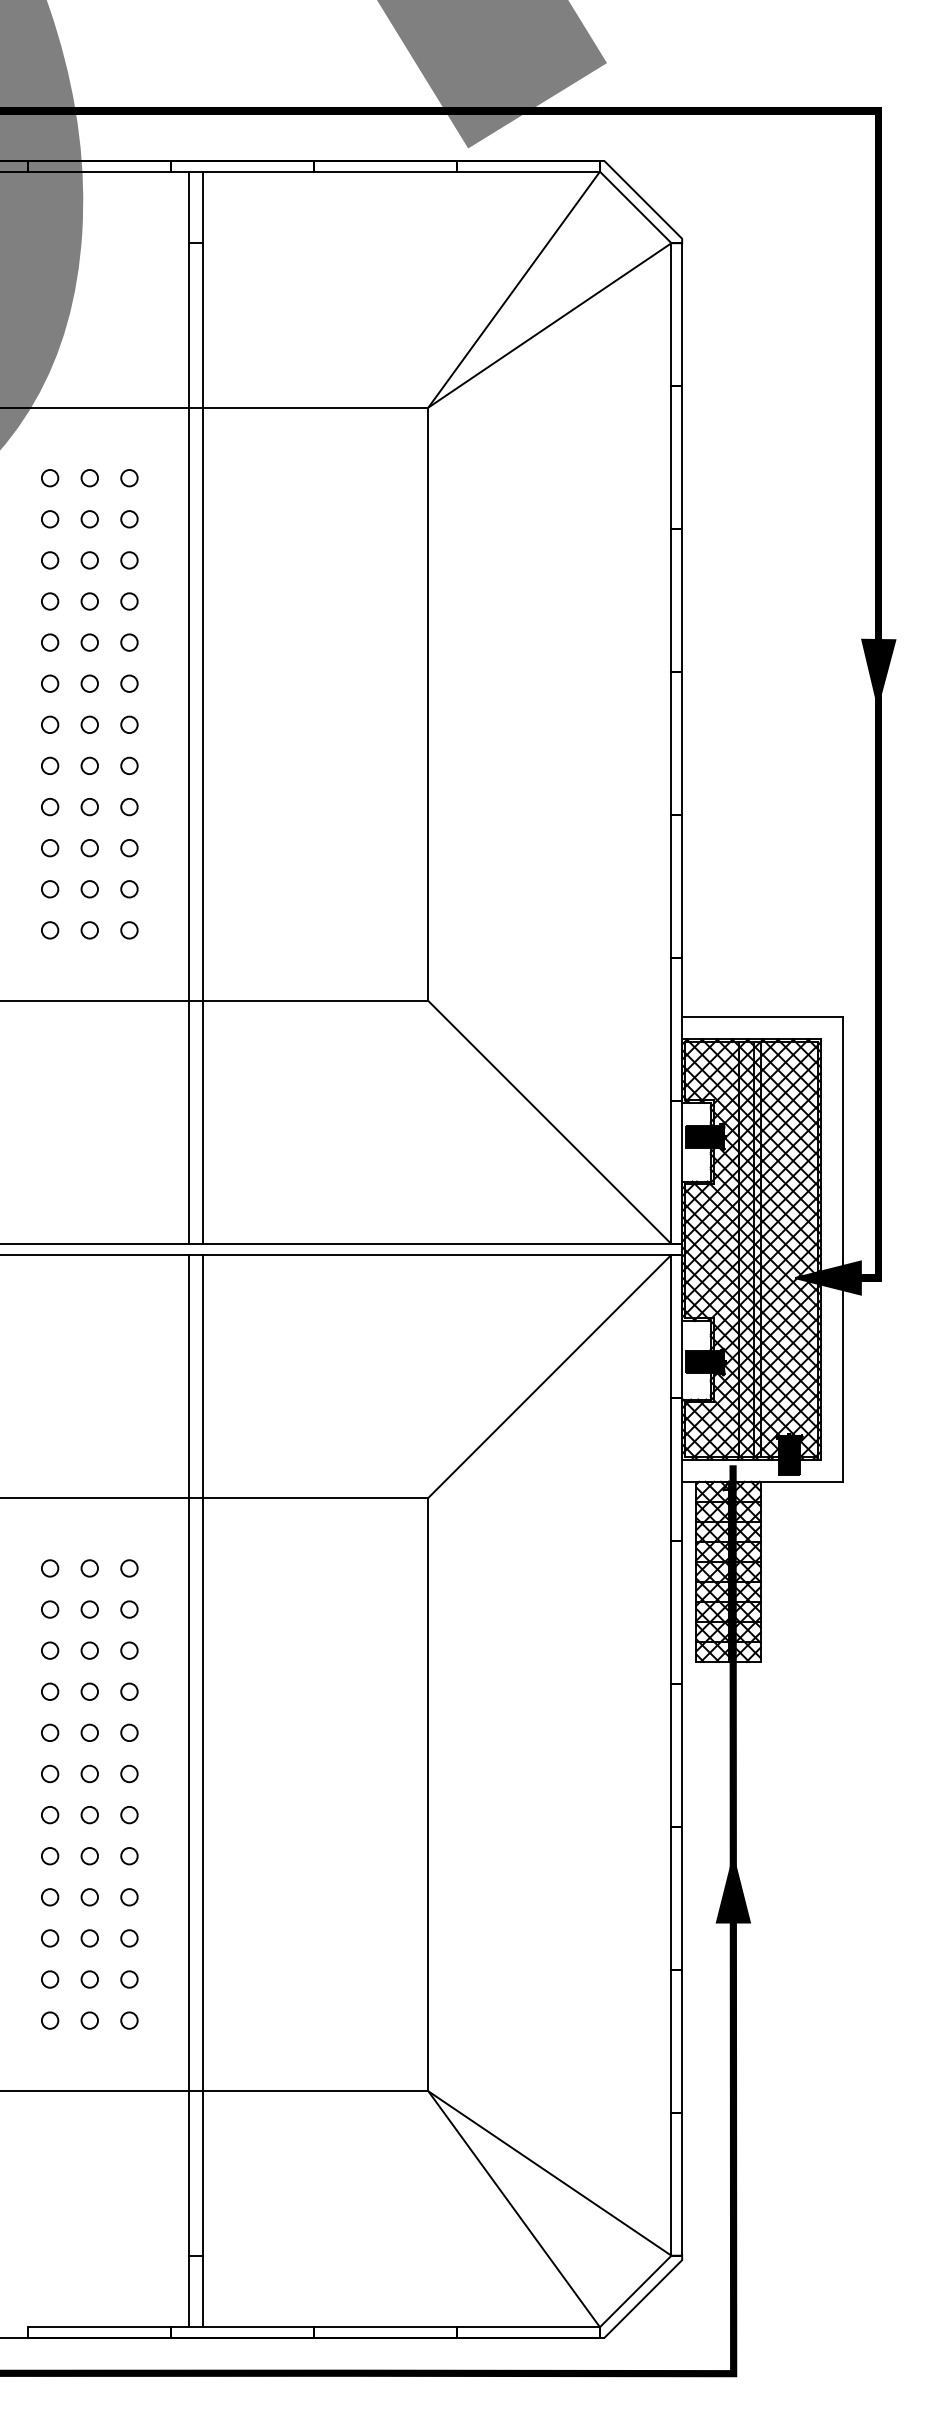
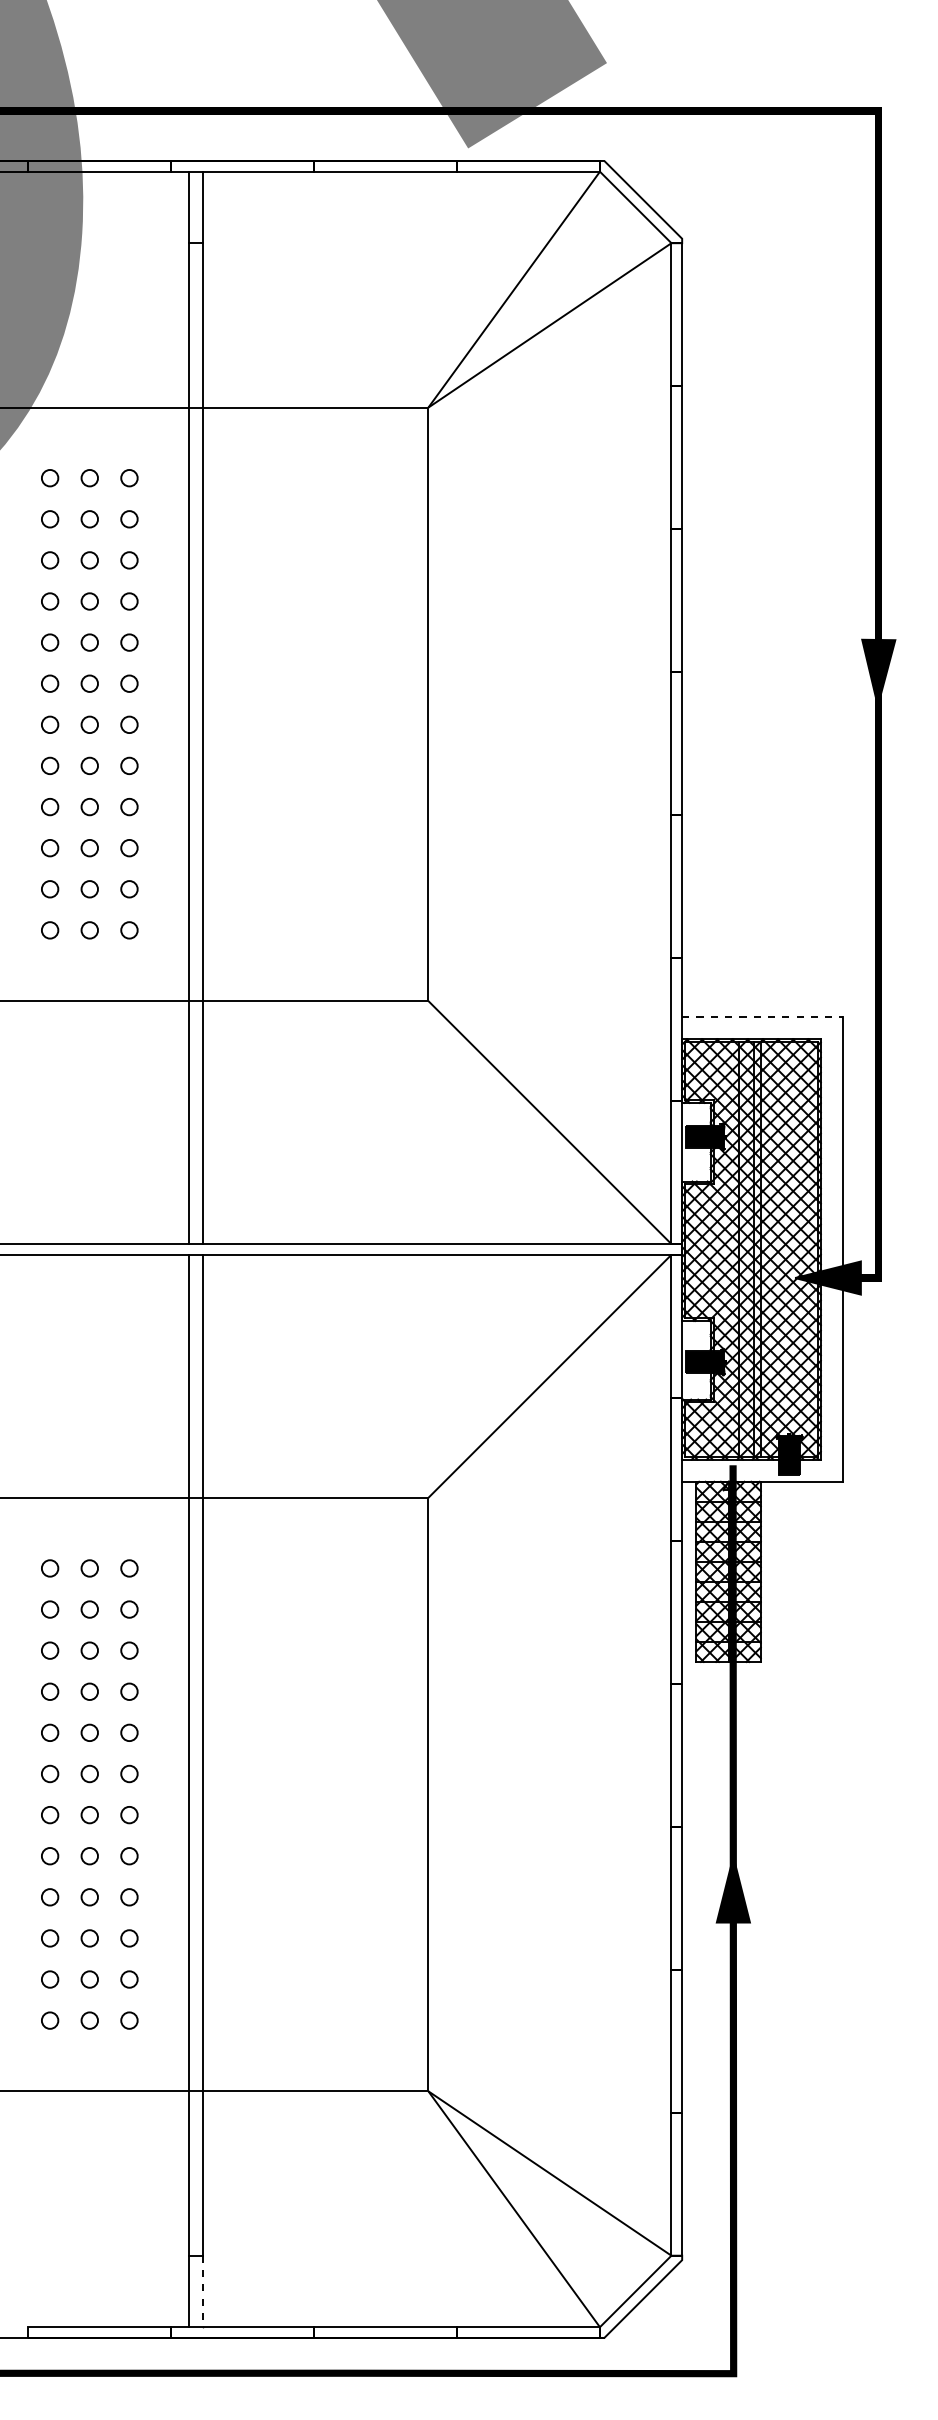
line at (763, 1017): solid -> dashed
line at (203, 2291): solid -> dashed
